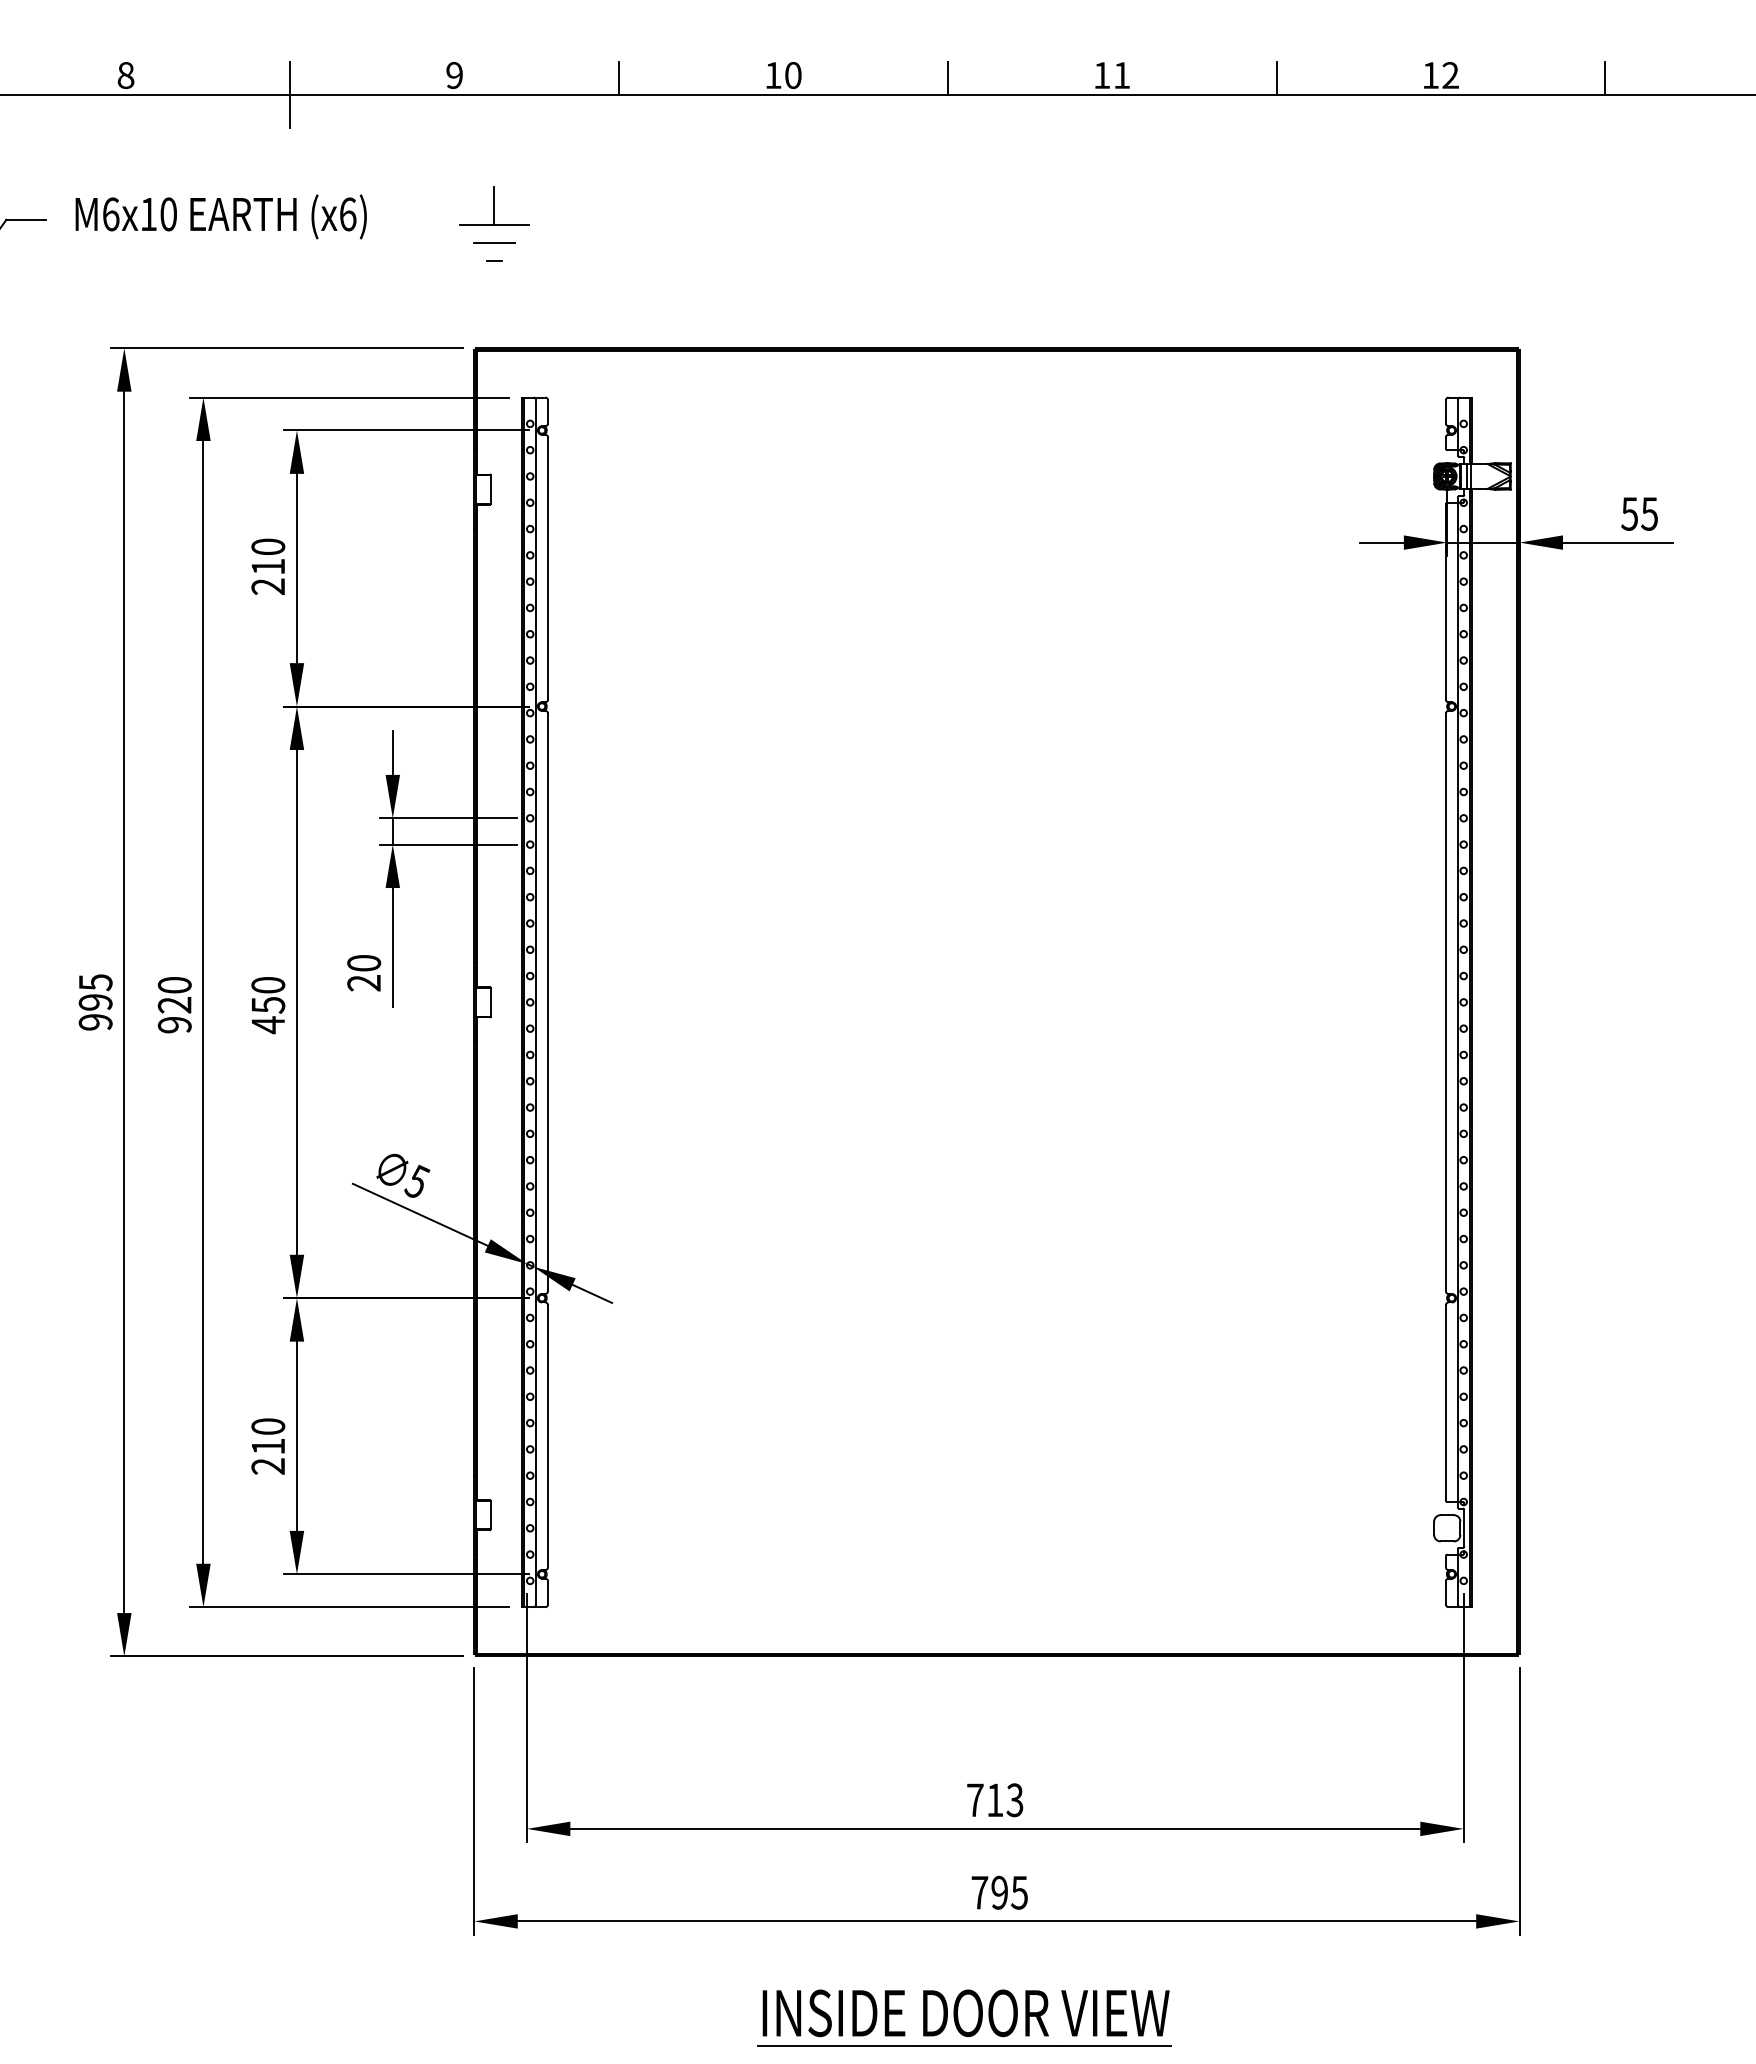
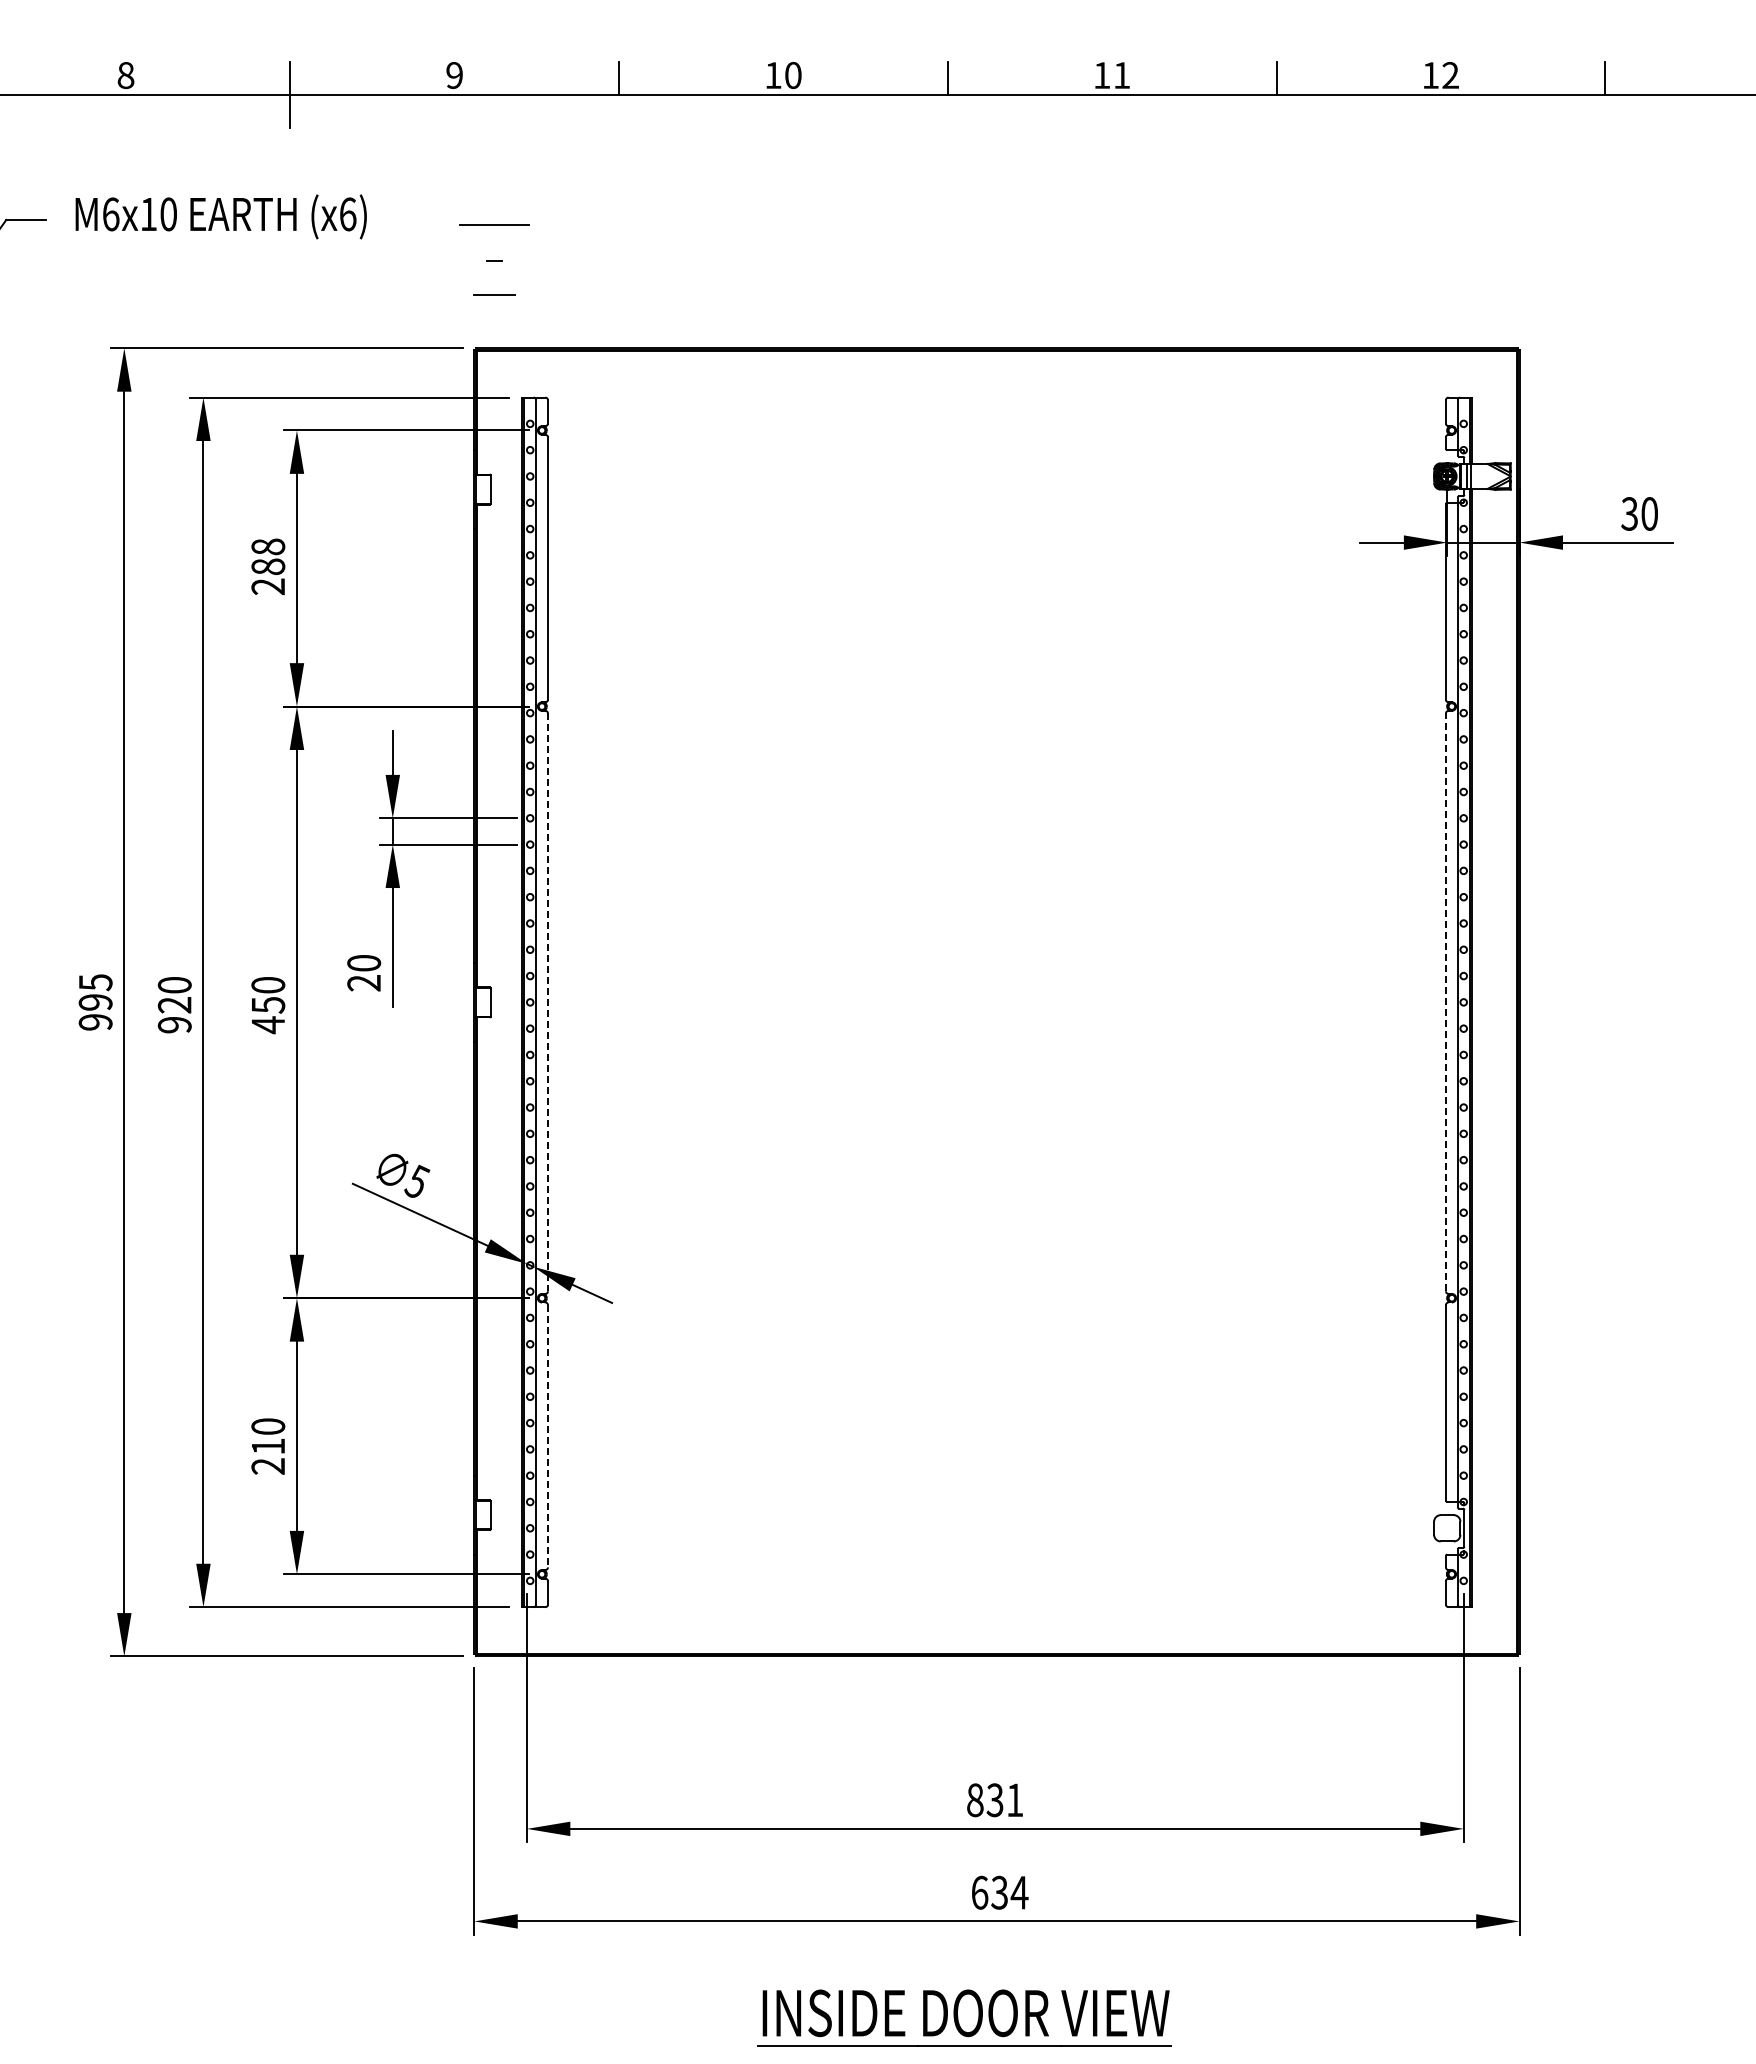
line at (494, 205): present -> none
line at (494, 242) position: (494, 242) -> (494, 294)
text at (1639, 513): 55 -> 30
text at (268, 556): 210 -> 288
line at (547, 1002): solid -> dashed
line at (1445, 1002): solid -> dashed
line at (547, 1436): solid -> dashed
text at (995, 1800): 713 -> 831
text at (999, 1892): 795 -> 634
